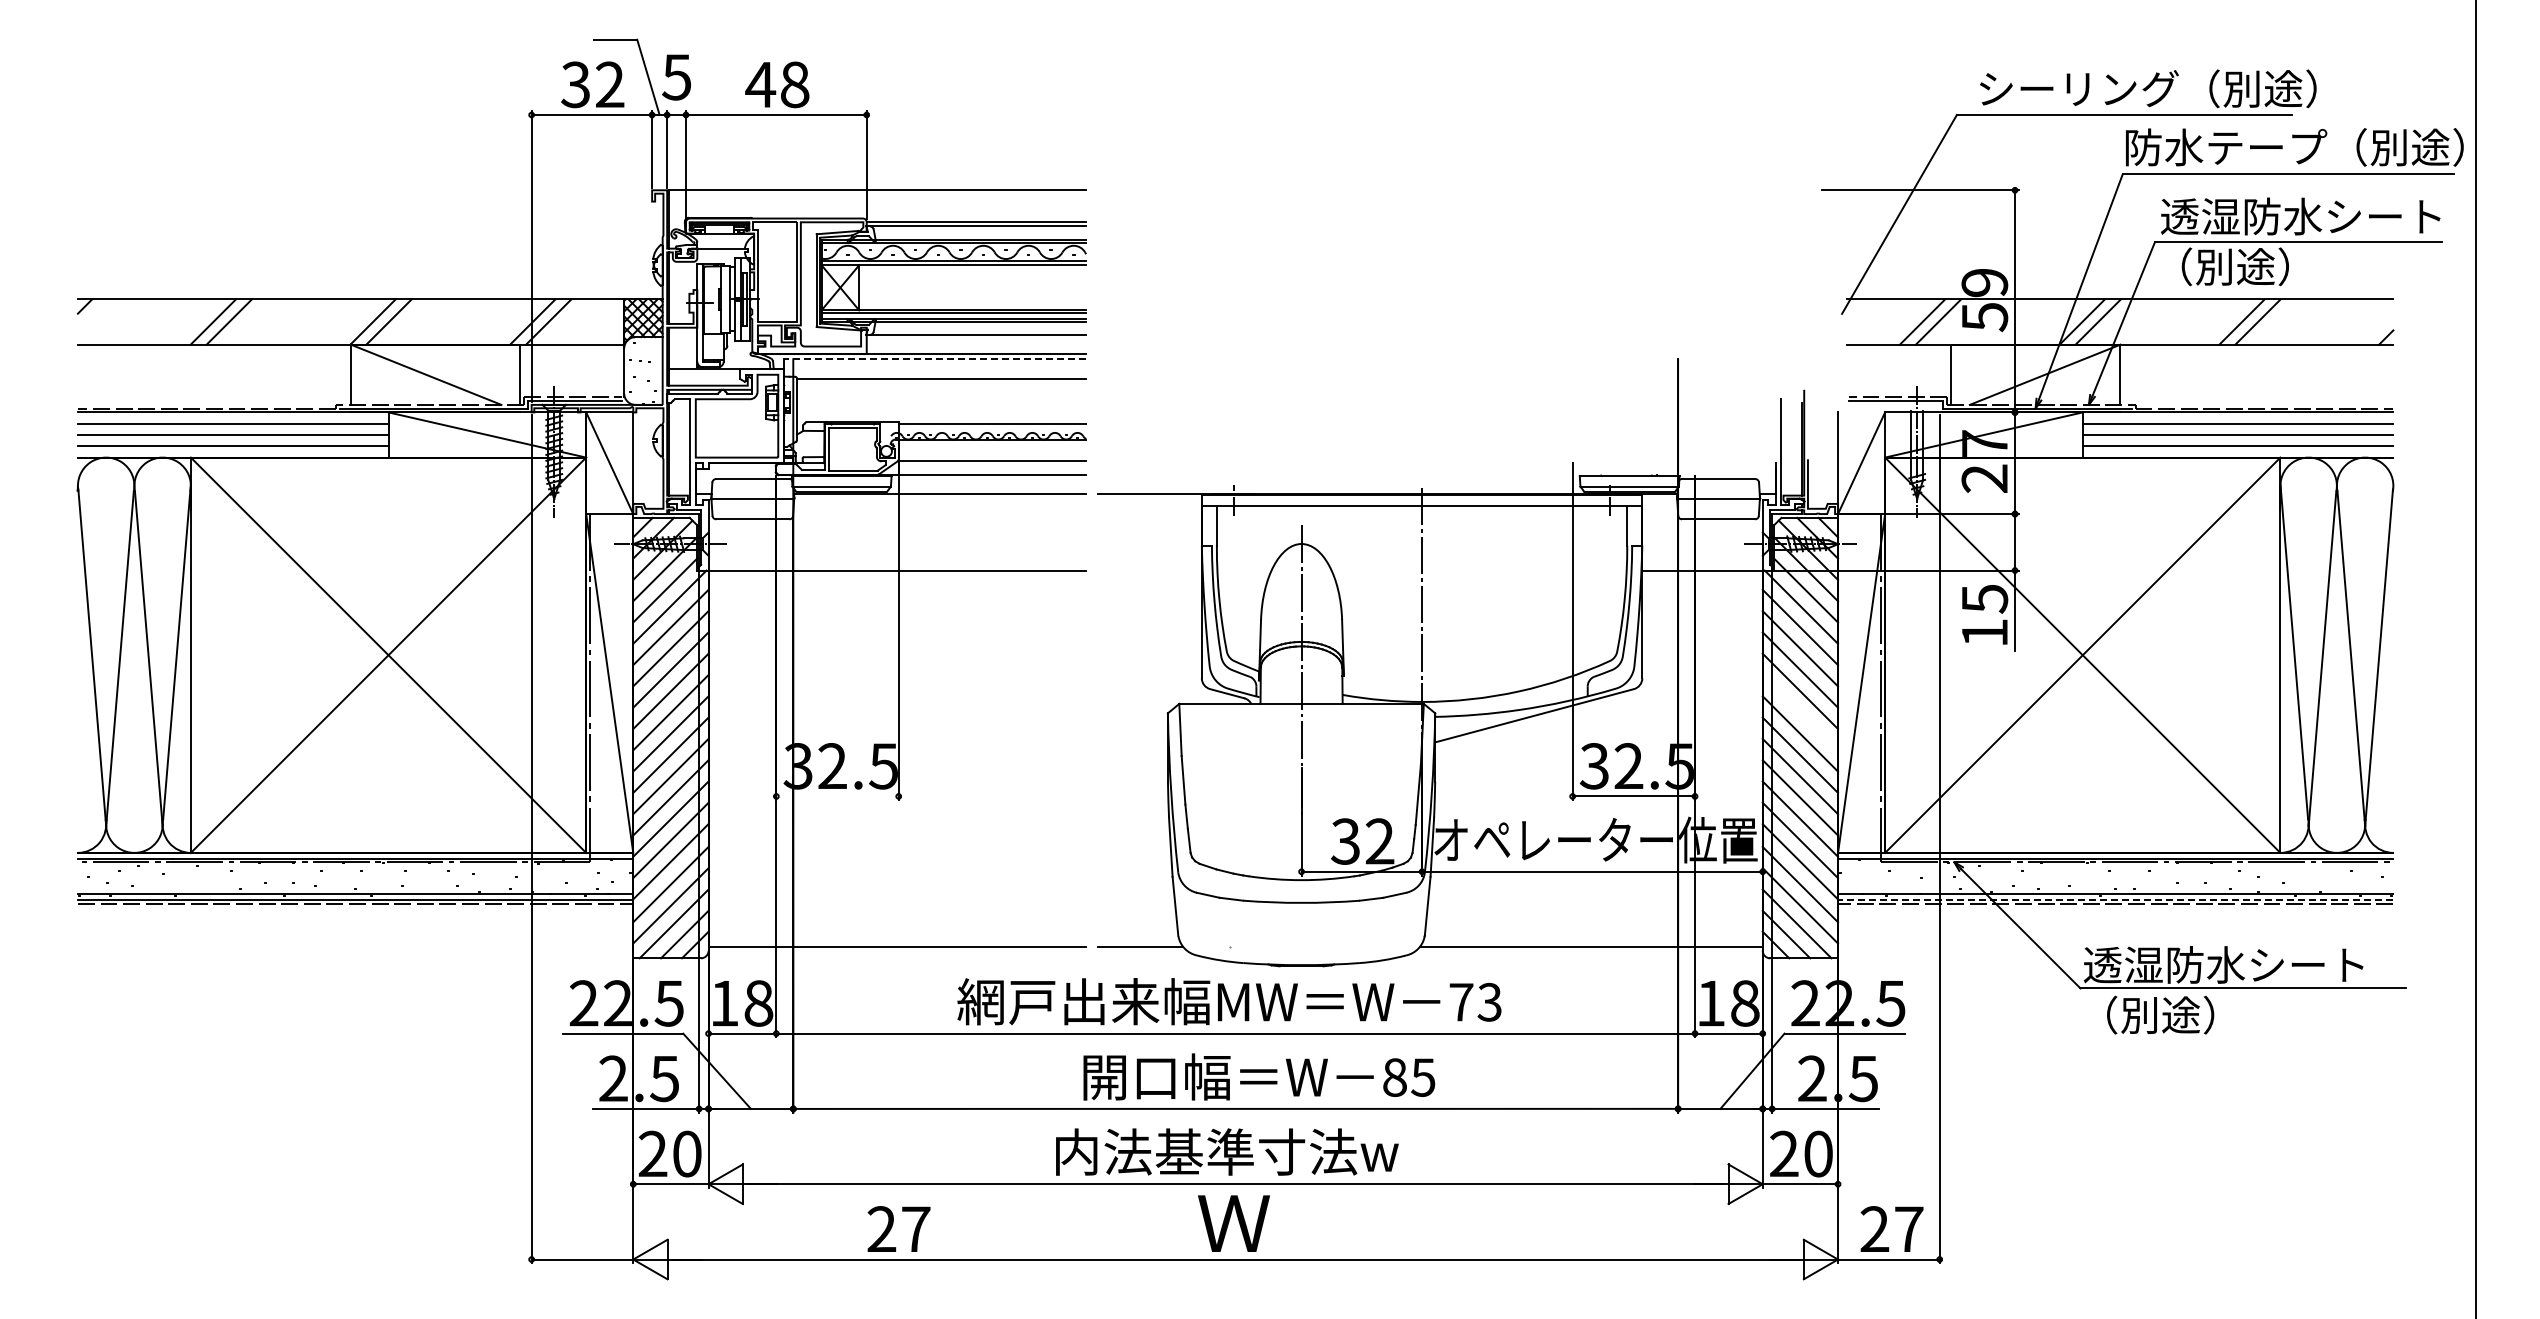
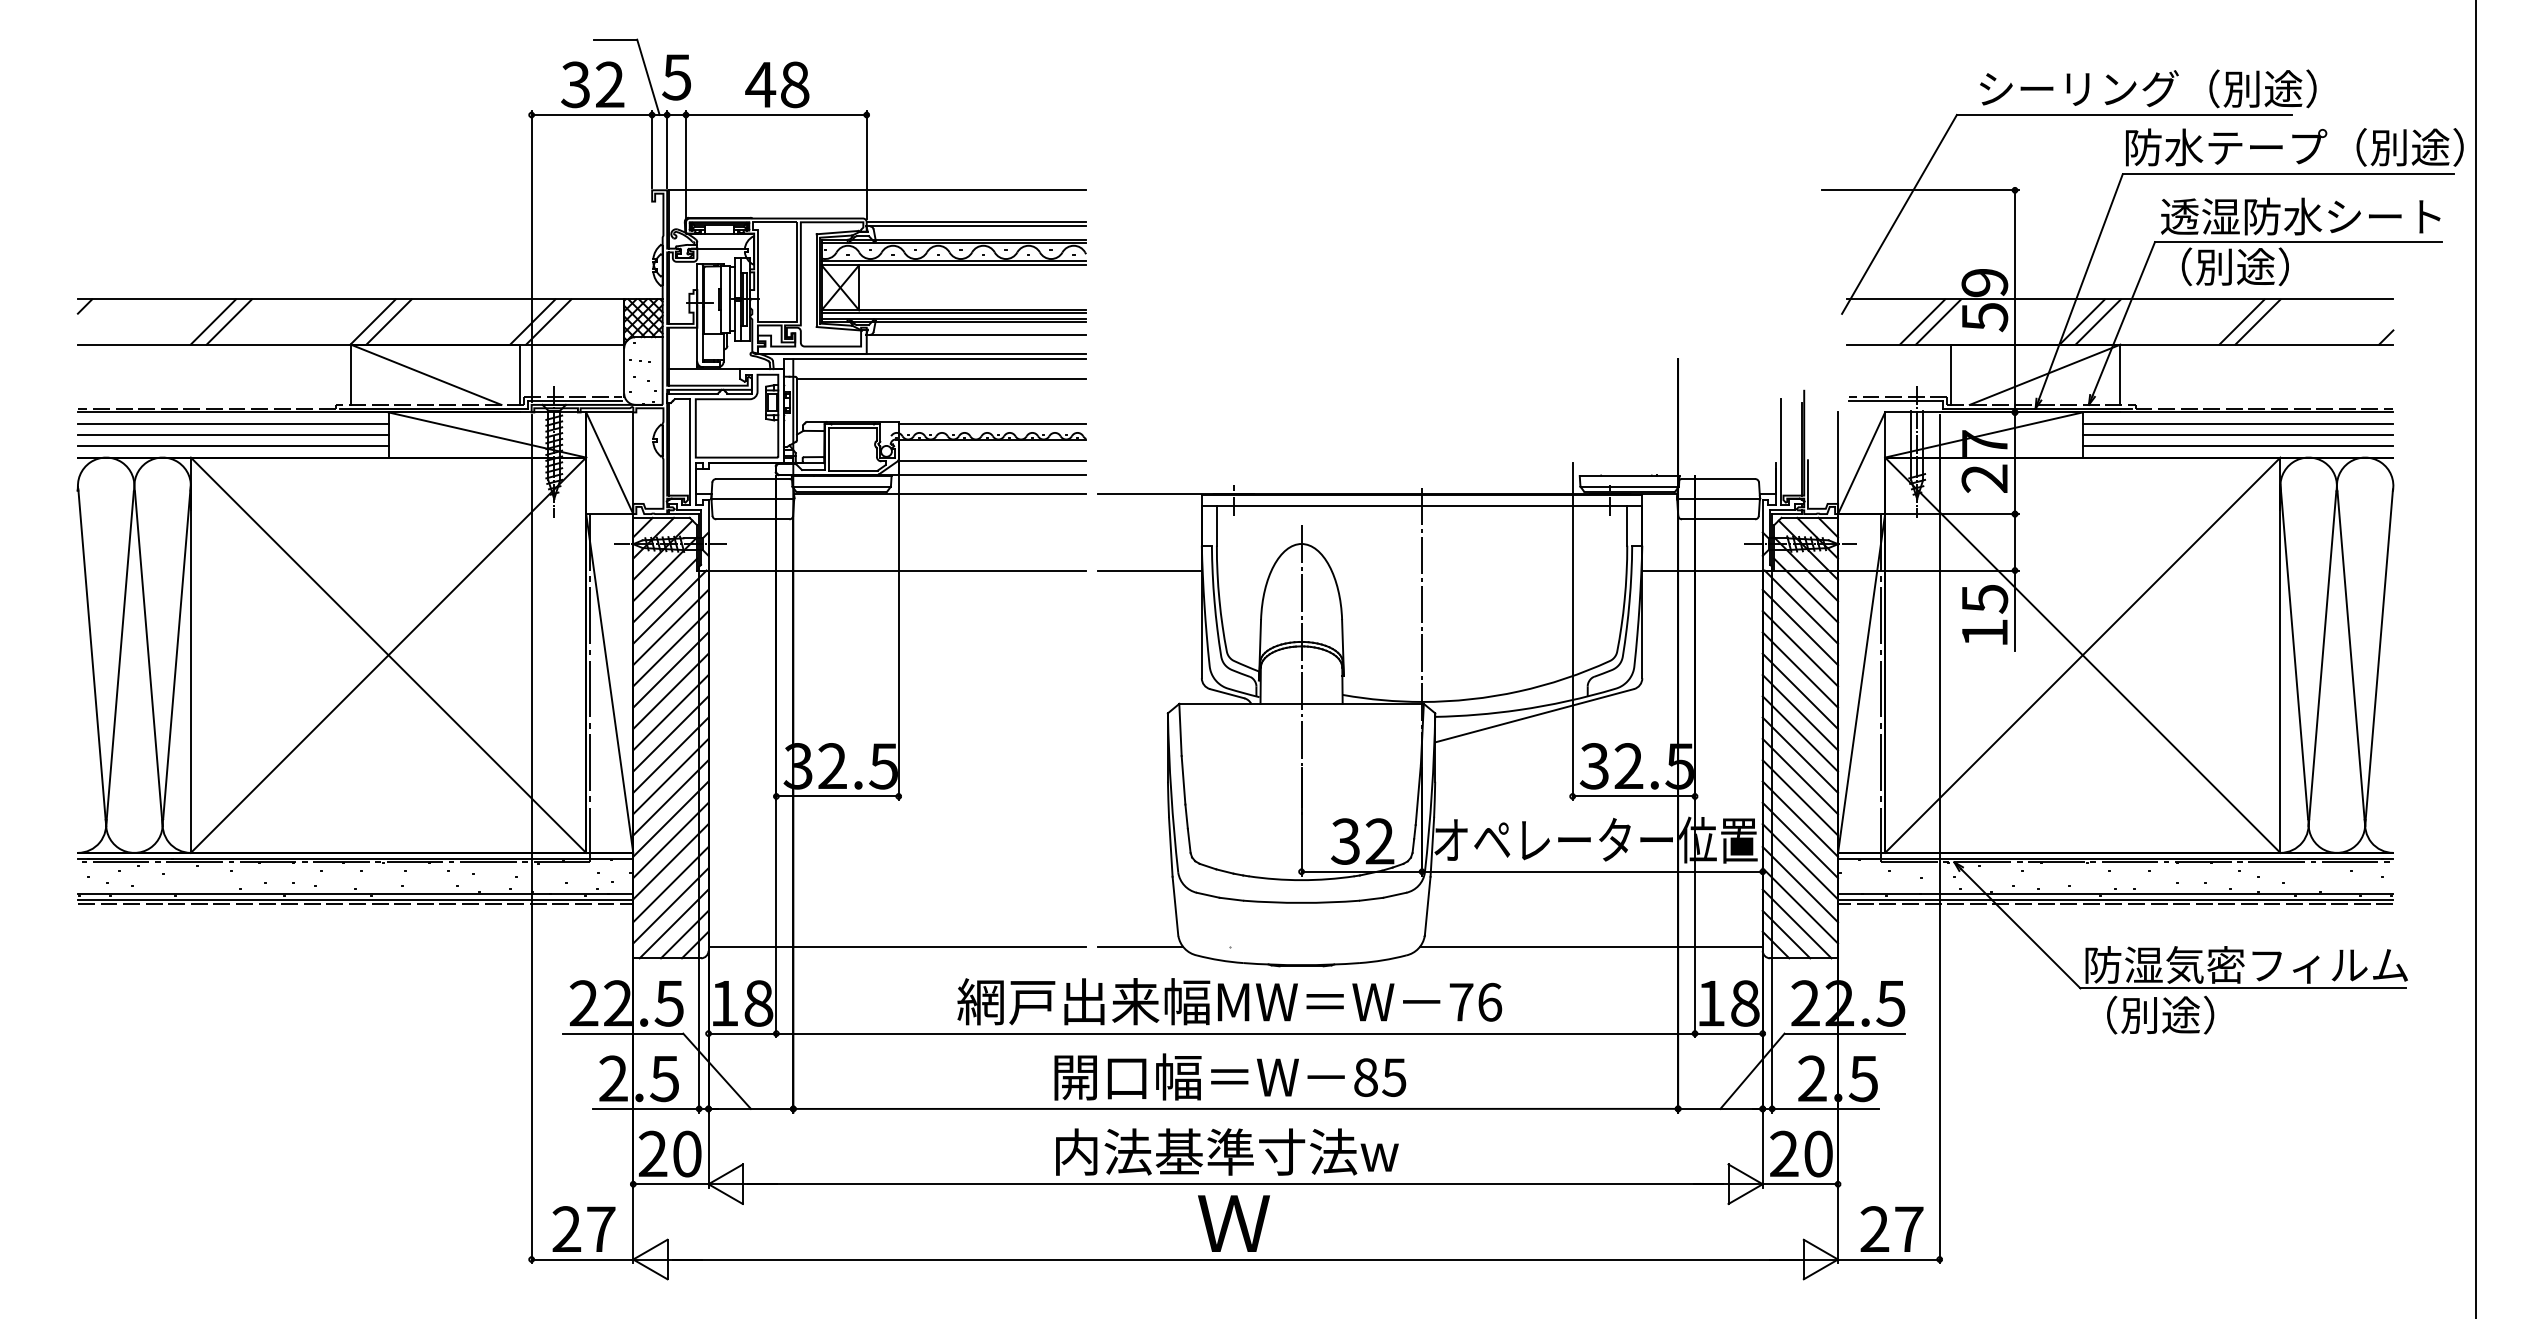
line at (934, 358): dashed -> solid
line at (1149, 570): none -> present
line at (1800, 712): none -> present
line at (837, 796): none -> present
line at (2115, 899): dashed -> solid
text at (2245, 964): 透湿防水シート -> 防湿気密フィルム
text at (1489, 1001): 73 -> 76
text at (1259, 1076) position: (1259, 1076) -> (1230, 1076)
text at (898, 1228) position: (898, 1228) -> (583, 1228)
